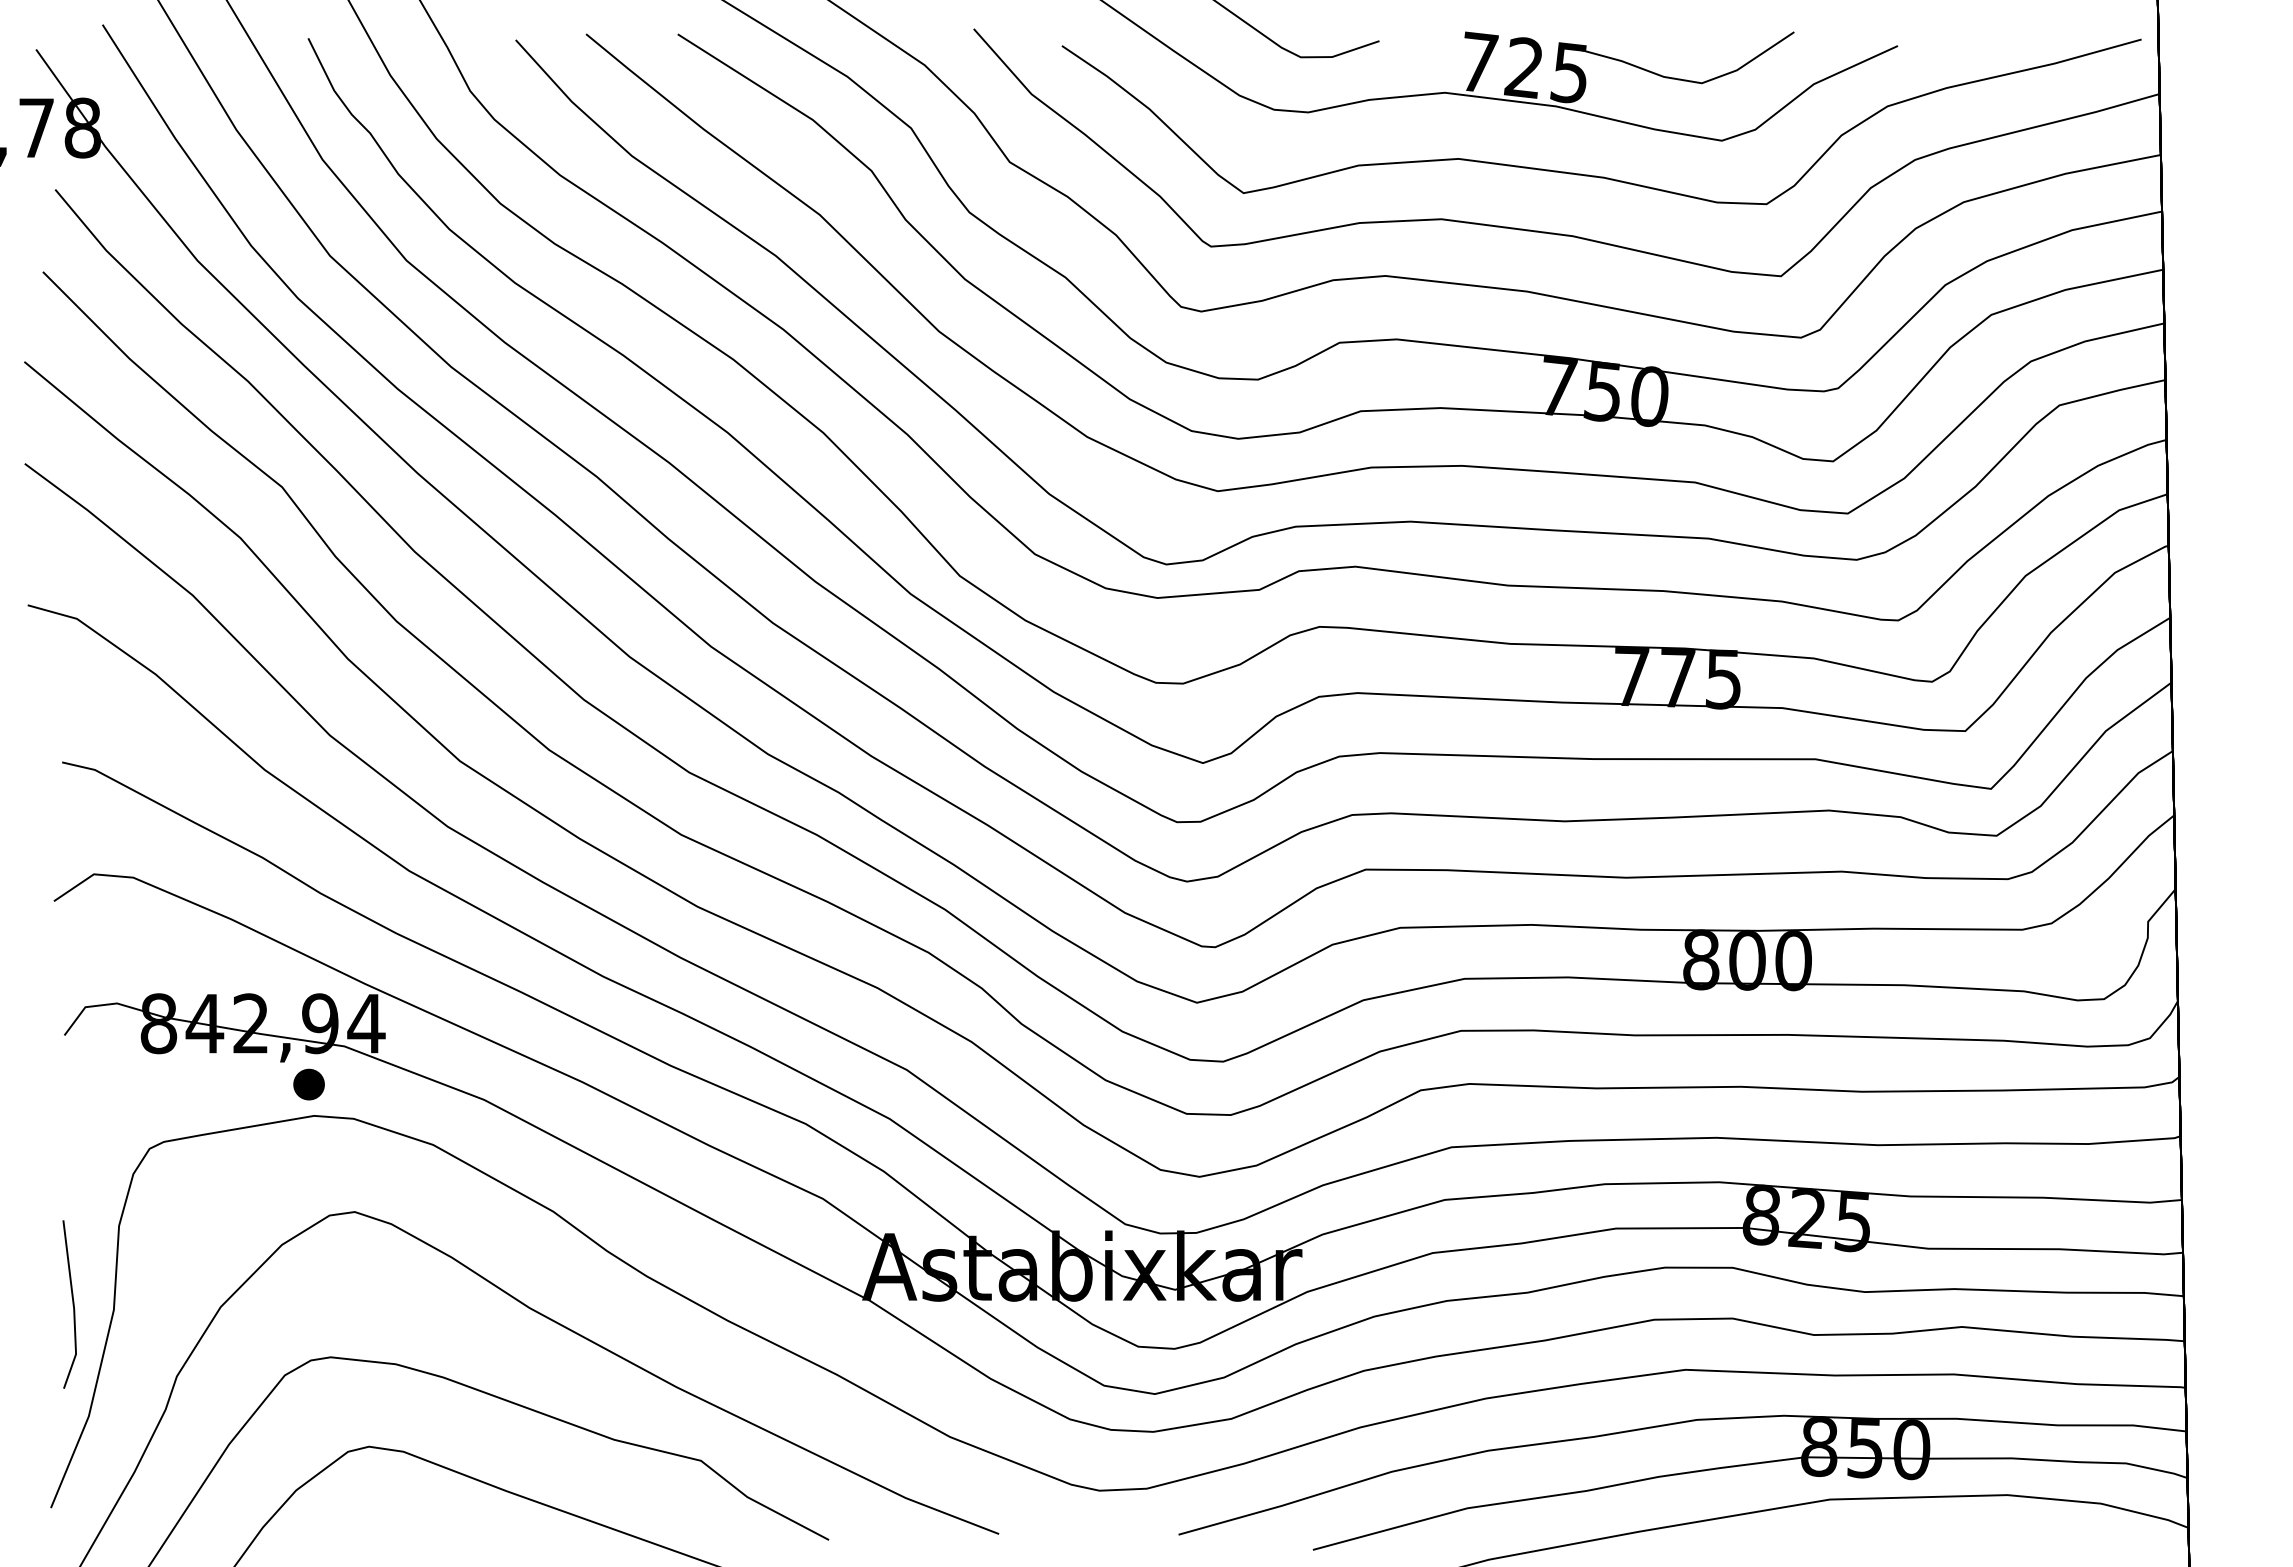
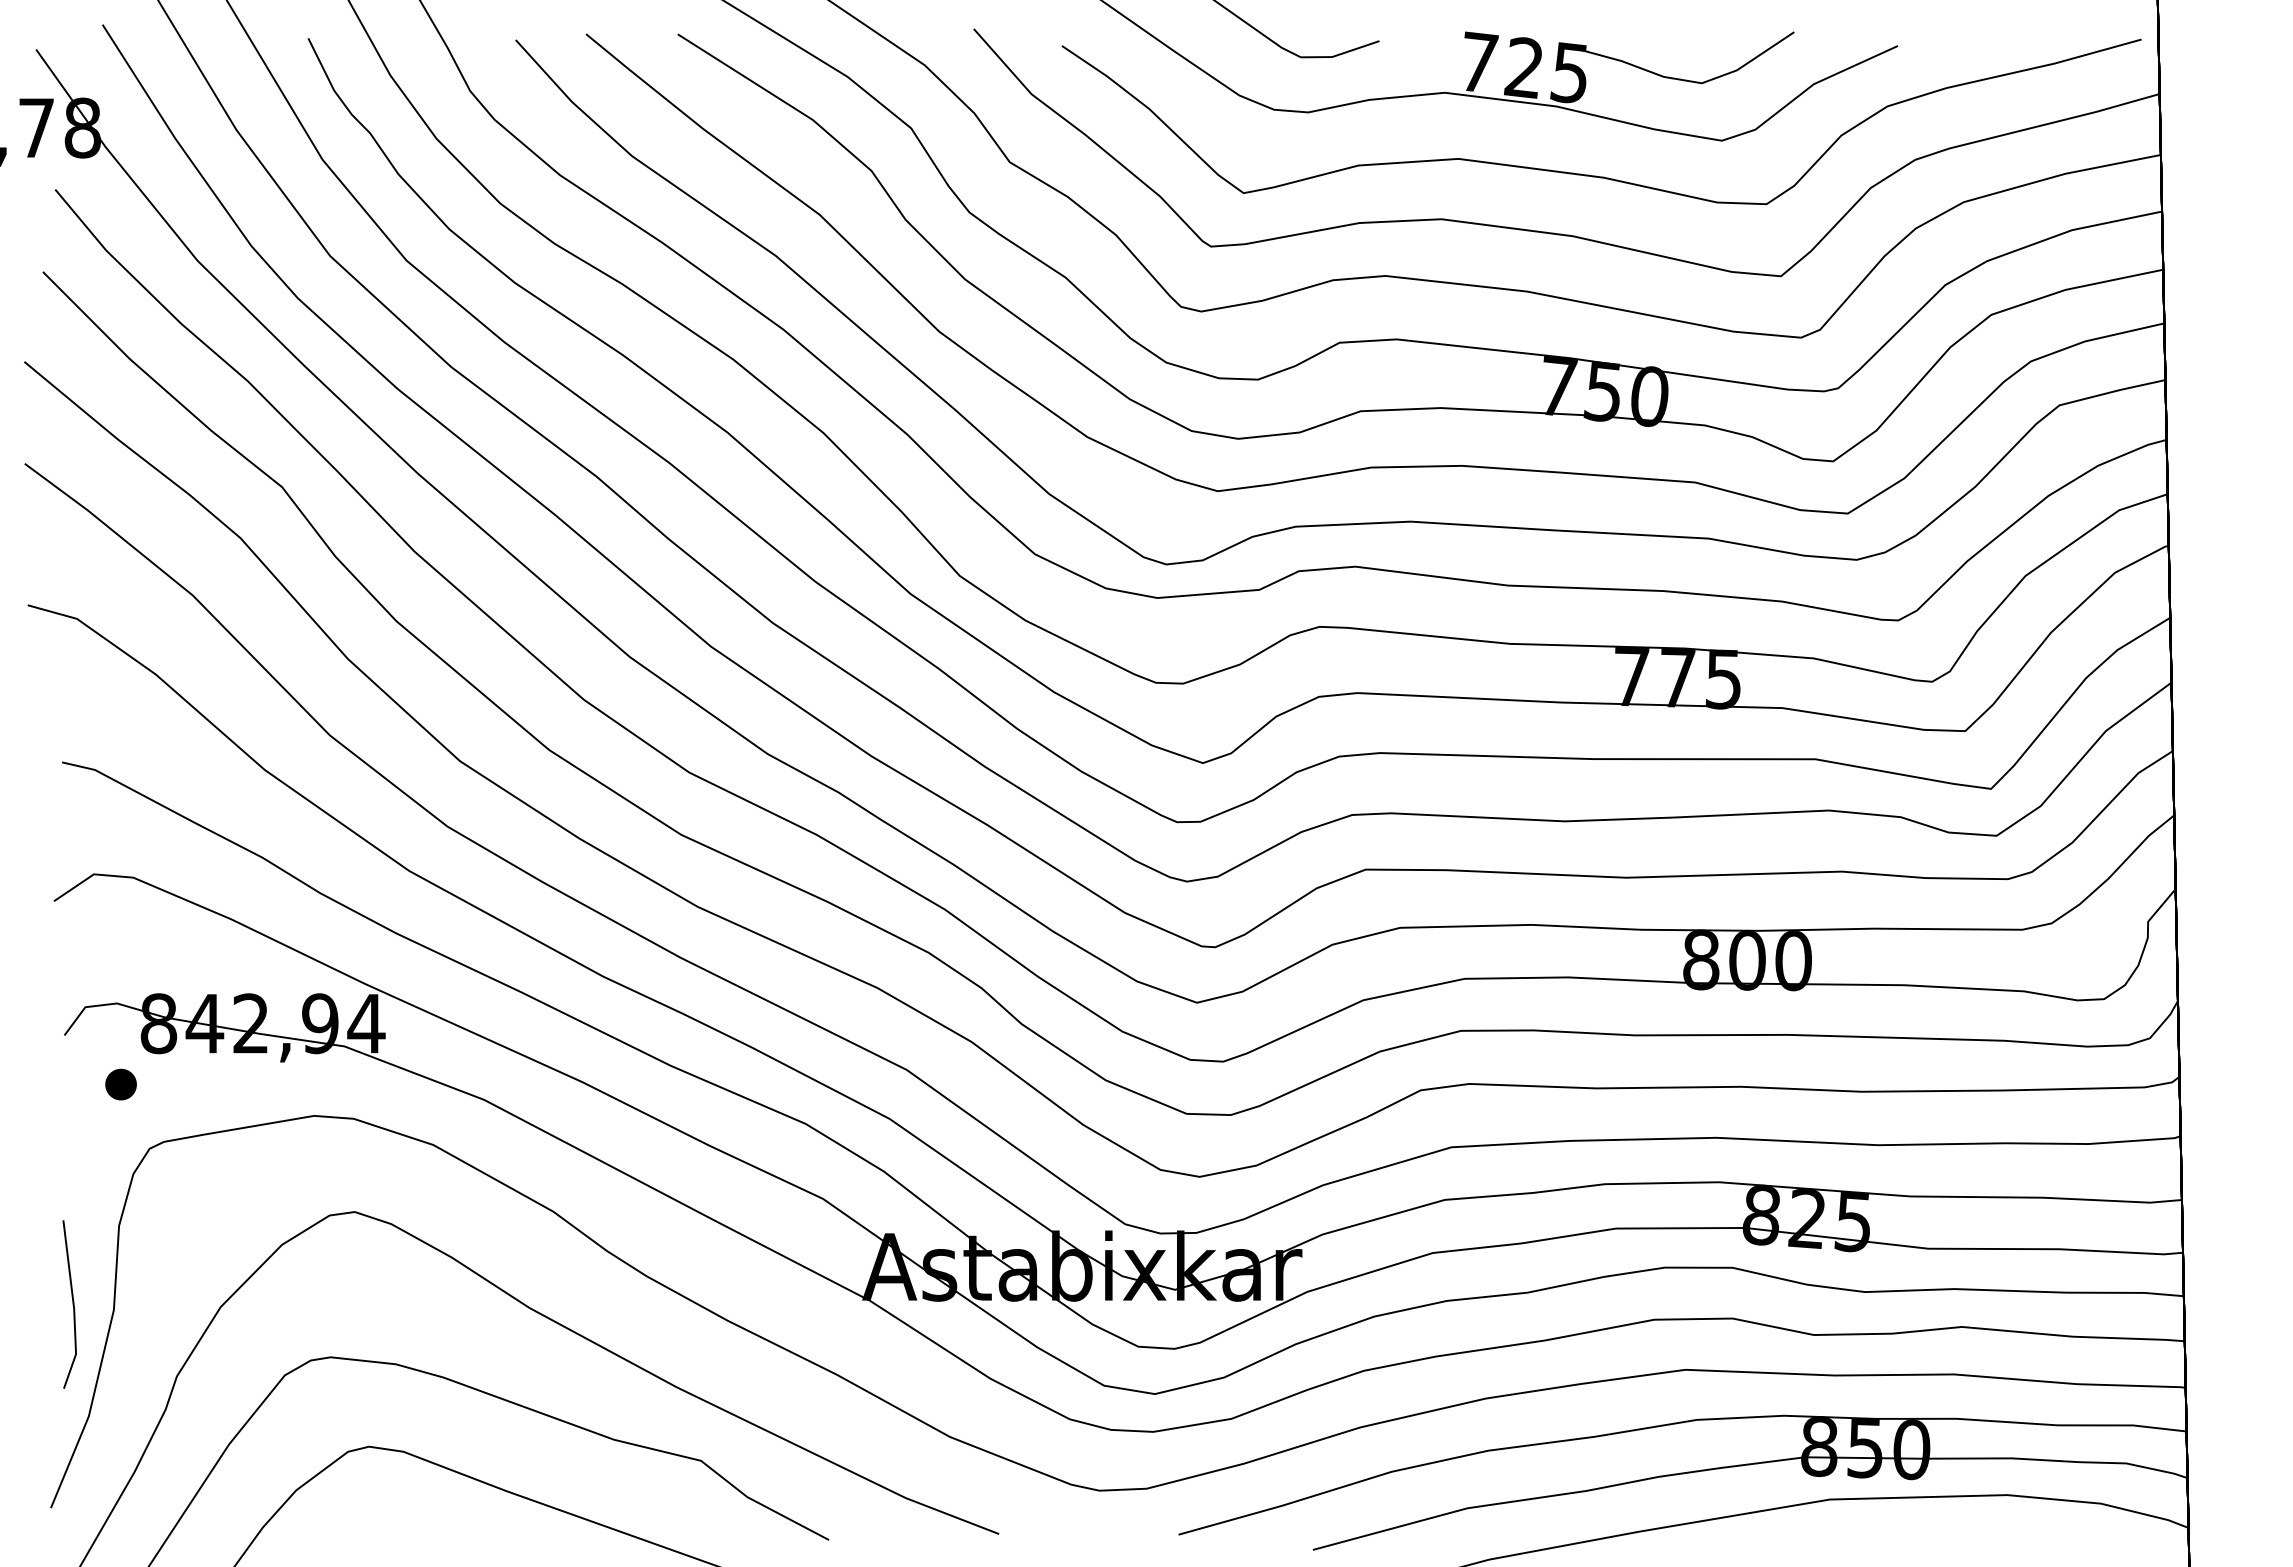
part at (308, 1084) position: (308, 1084) -> (120, 1084)
